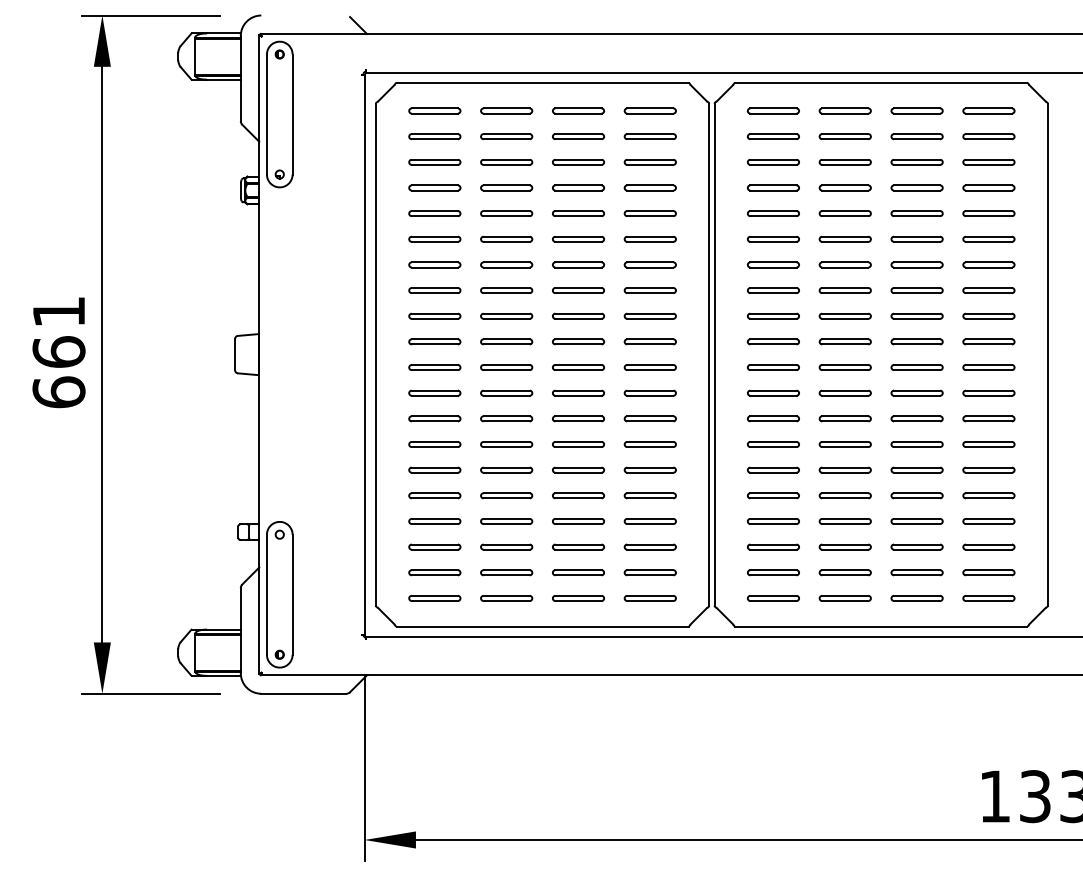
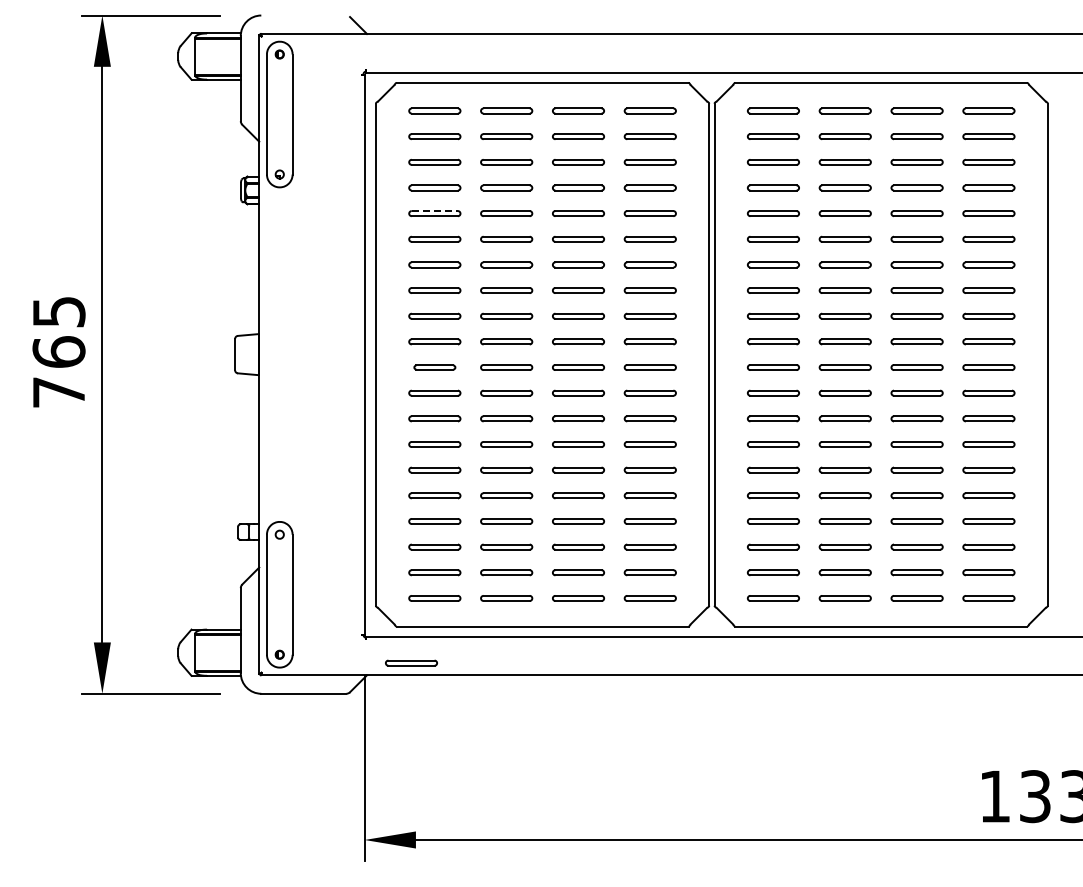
line at (435, 211): solid -> dashed
text at (58, 352): 661 -> 765
part at (434, 367) size: 54x7 px -> 44x7 px
part at (411, 662): none -> present
